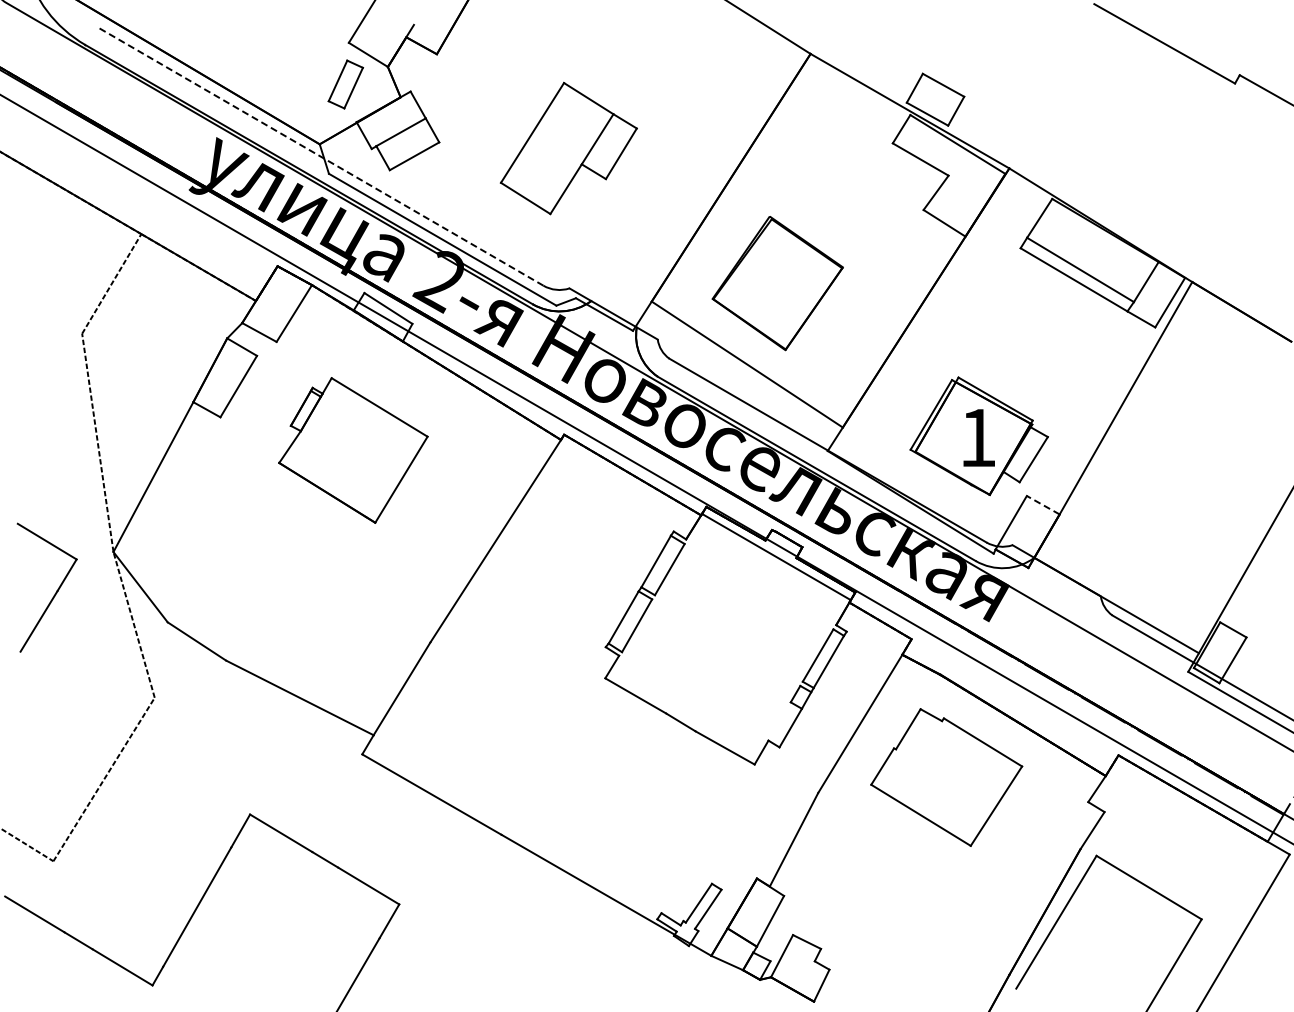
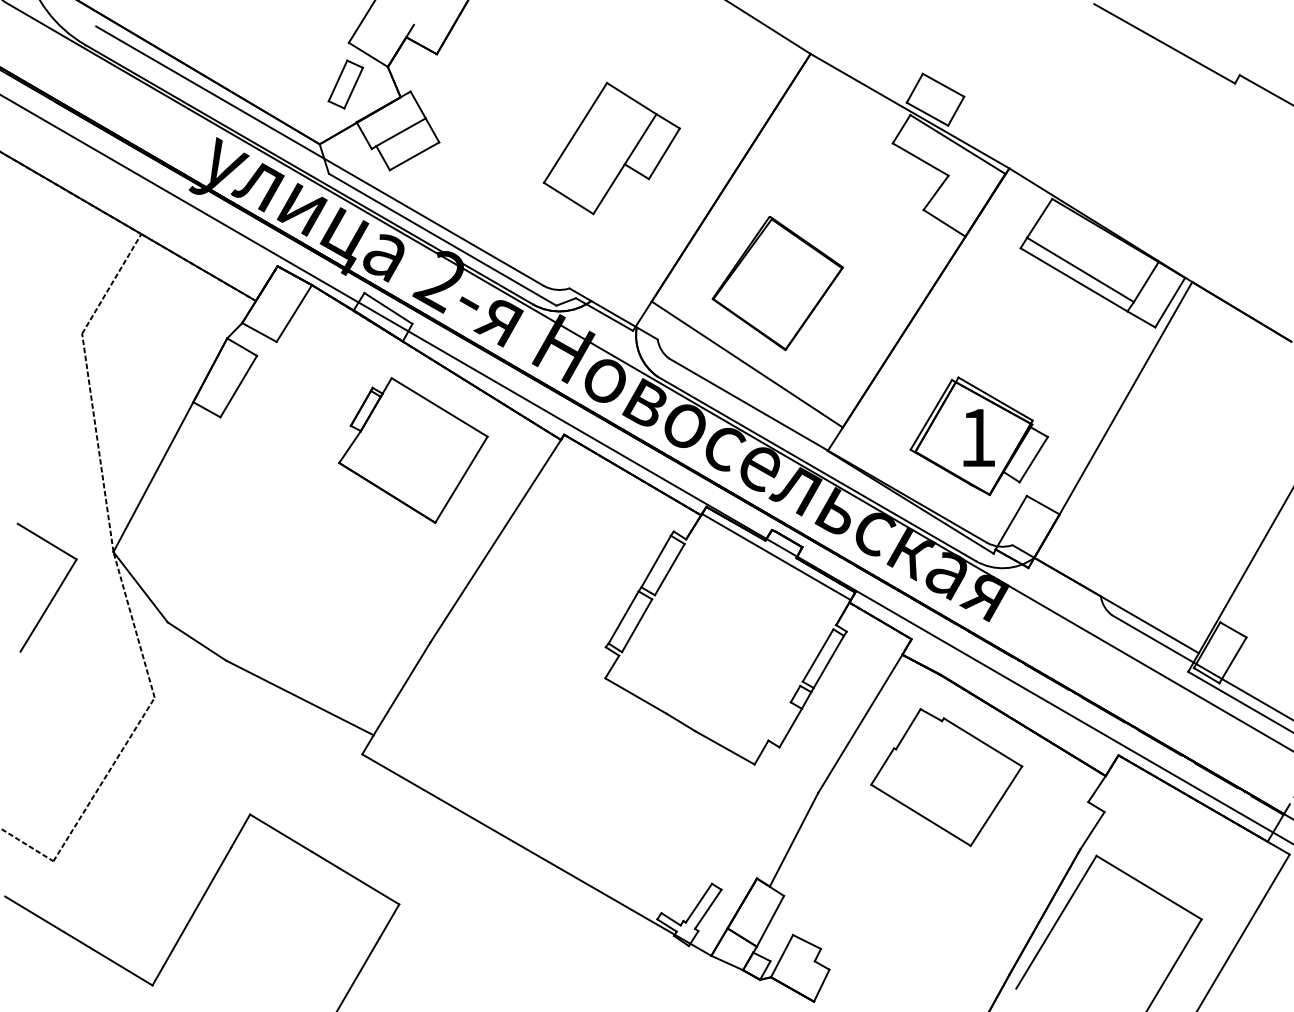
part at (568, 148) position: (568, 148) -> (611, 148)
line at (319, 155): dashed -> solid
part at (353, 450) position: (353, 450) -> (413, 450)
line at (1043, 505): dashed -> solid
